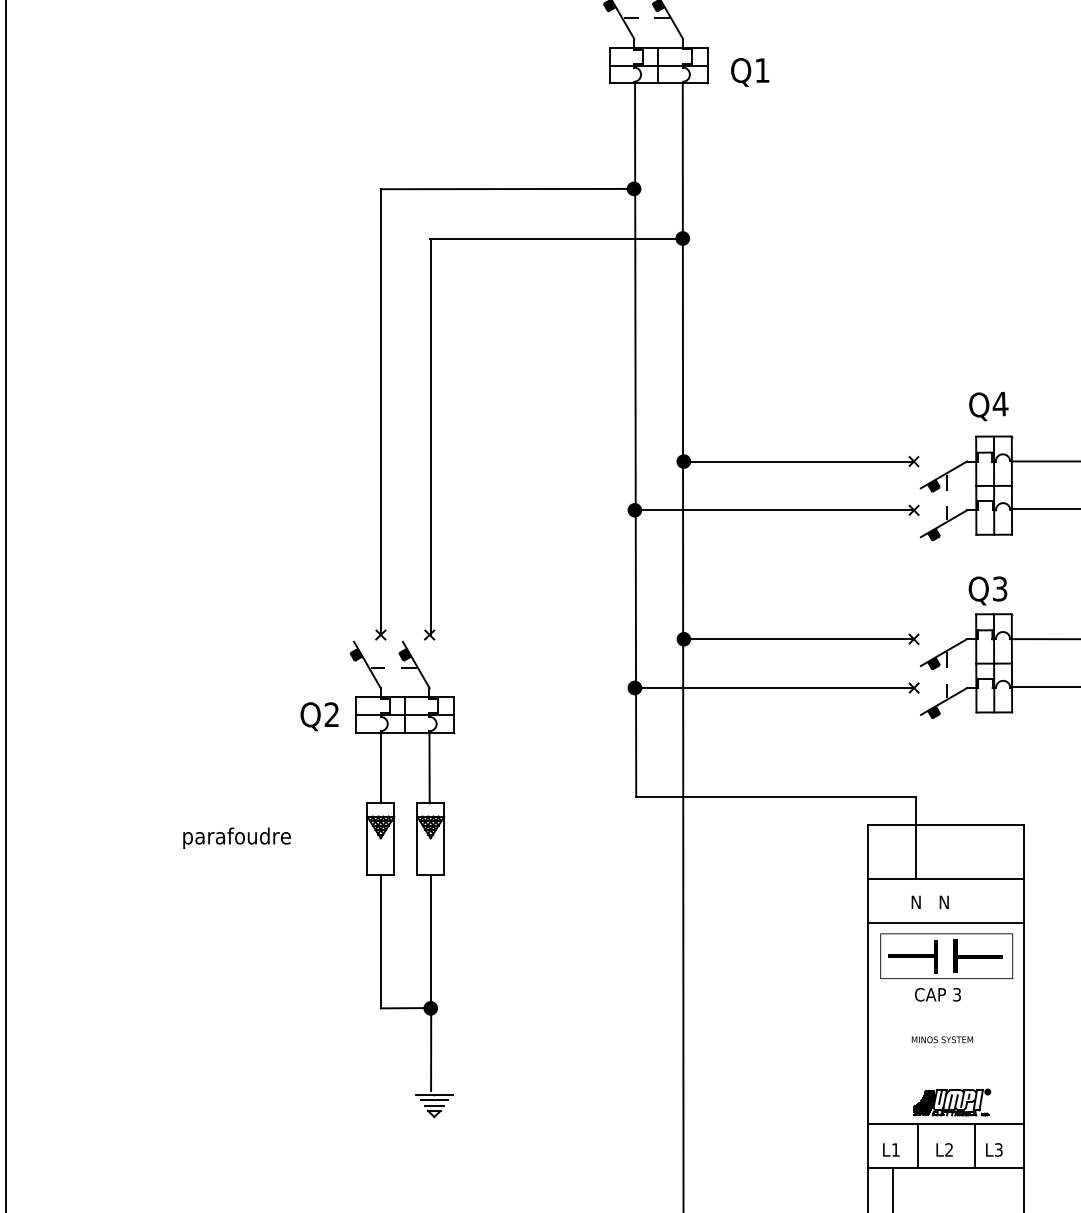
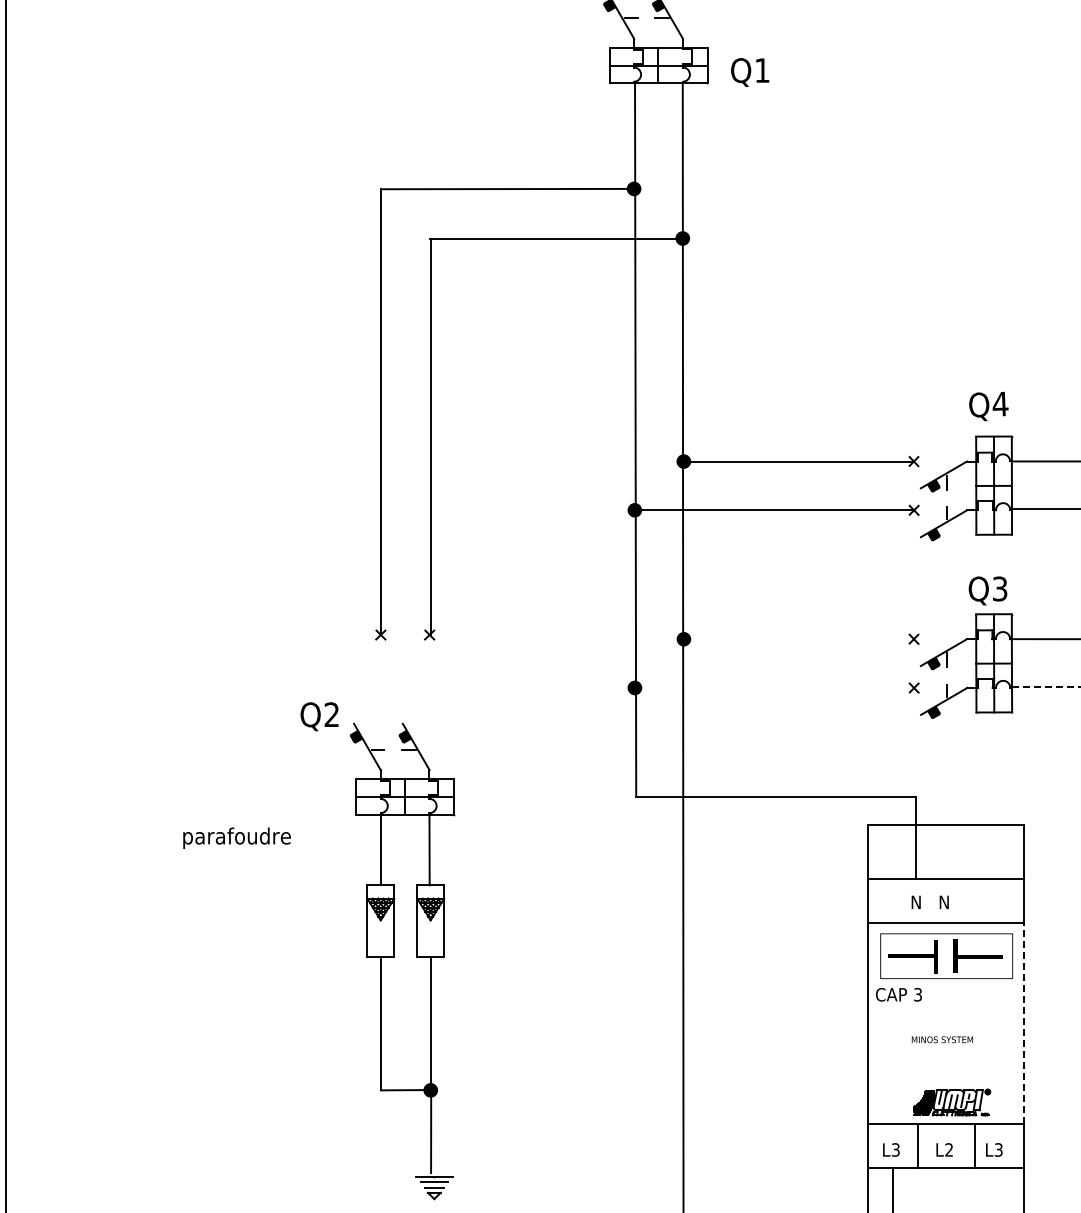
line at (797, 639): present -> none
line at (1046, 686): solid -> dashed
line at (774, 687): present -> none
part at (402, 879) position: (402, 879) -> (402, 961)
text at (937, 994) position: (937, 994) -> (898, 994)
line at (1023, 1022): solid -> dashed
text at (895, 1149): L1 -> L3
